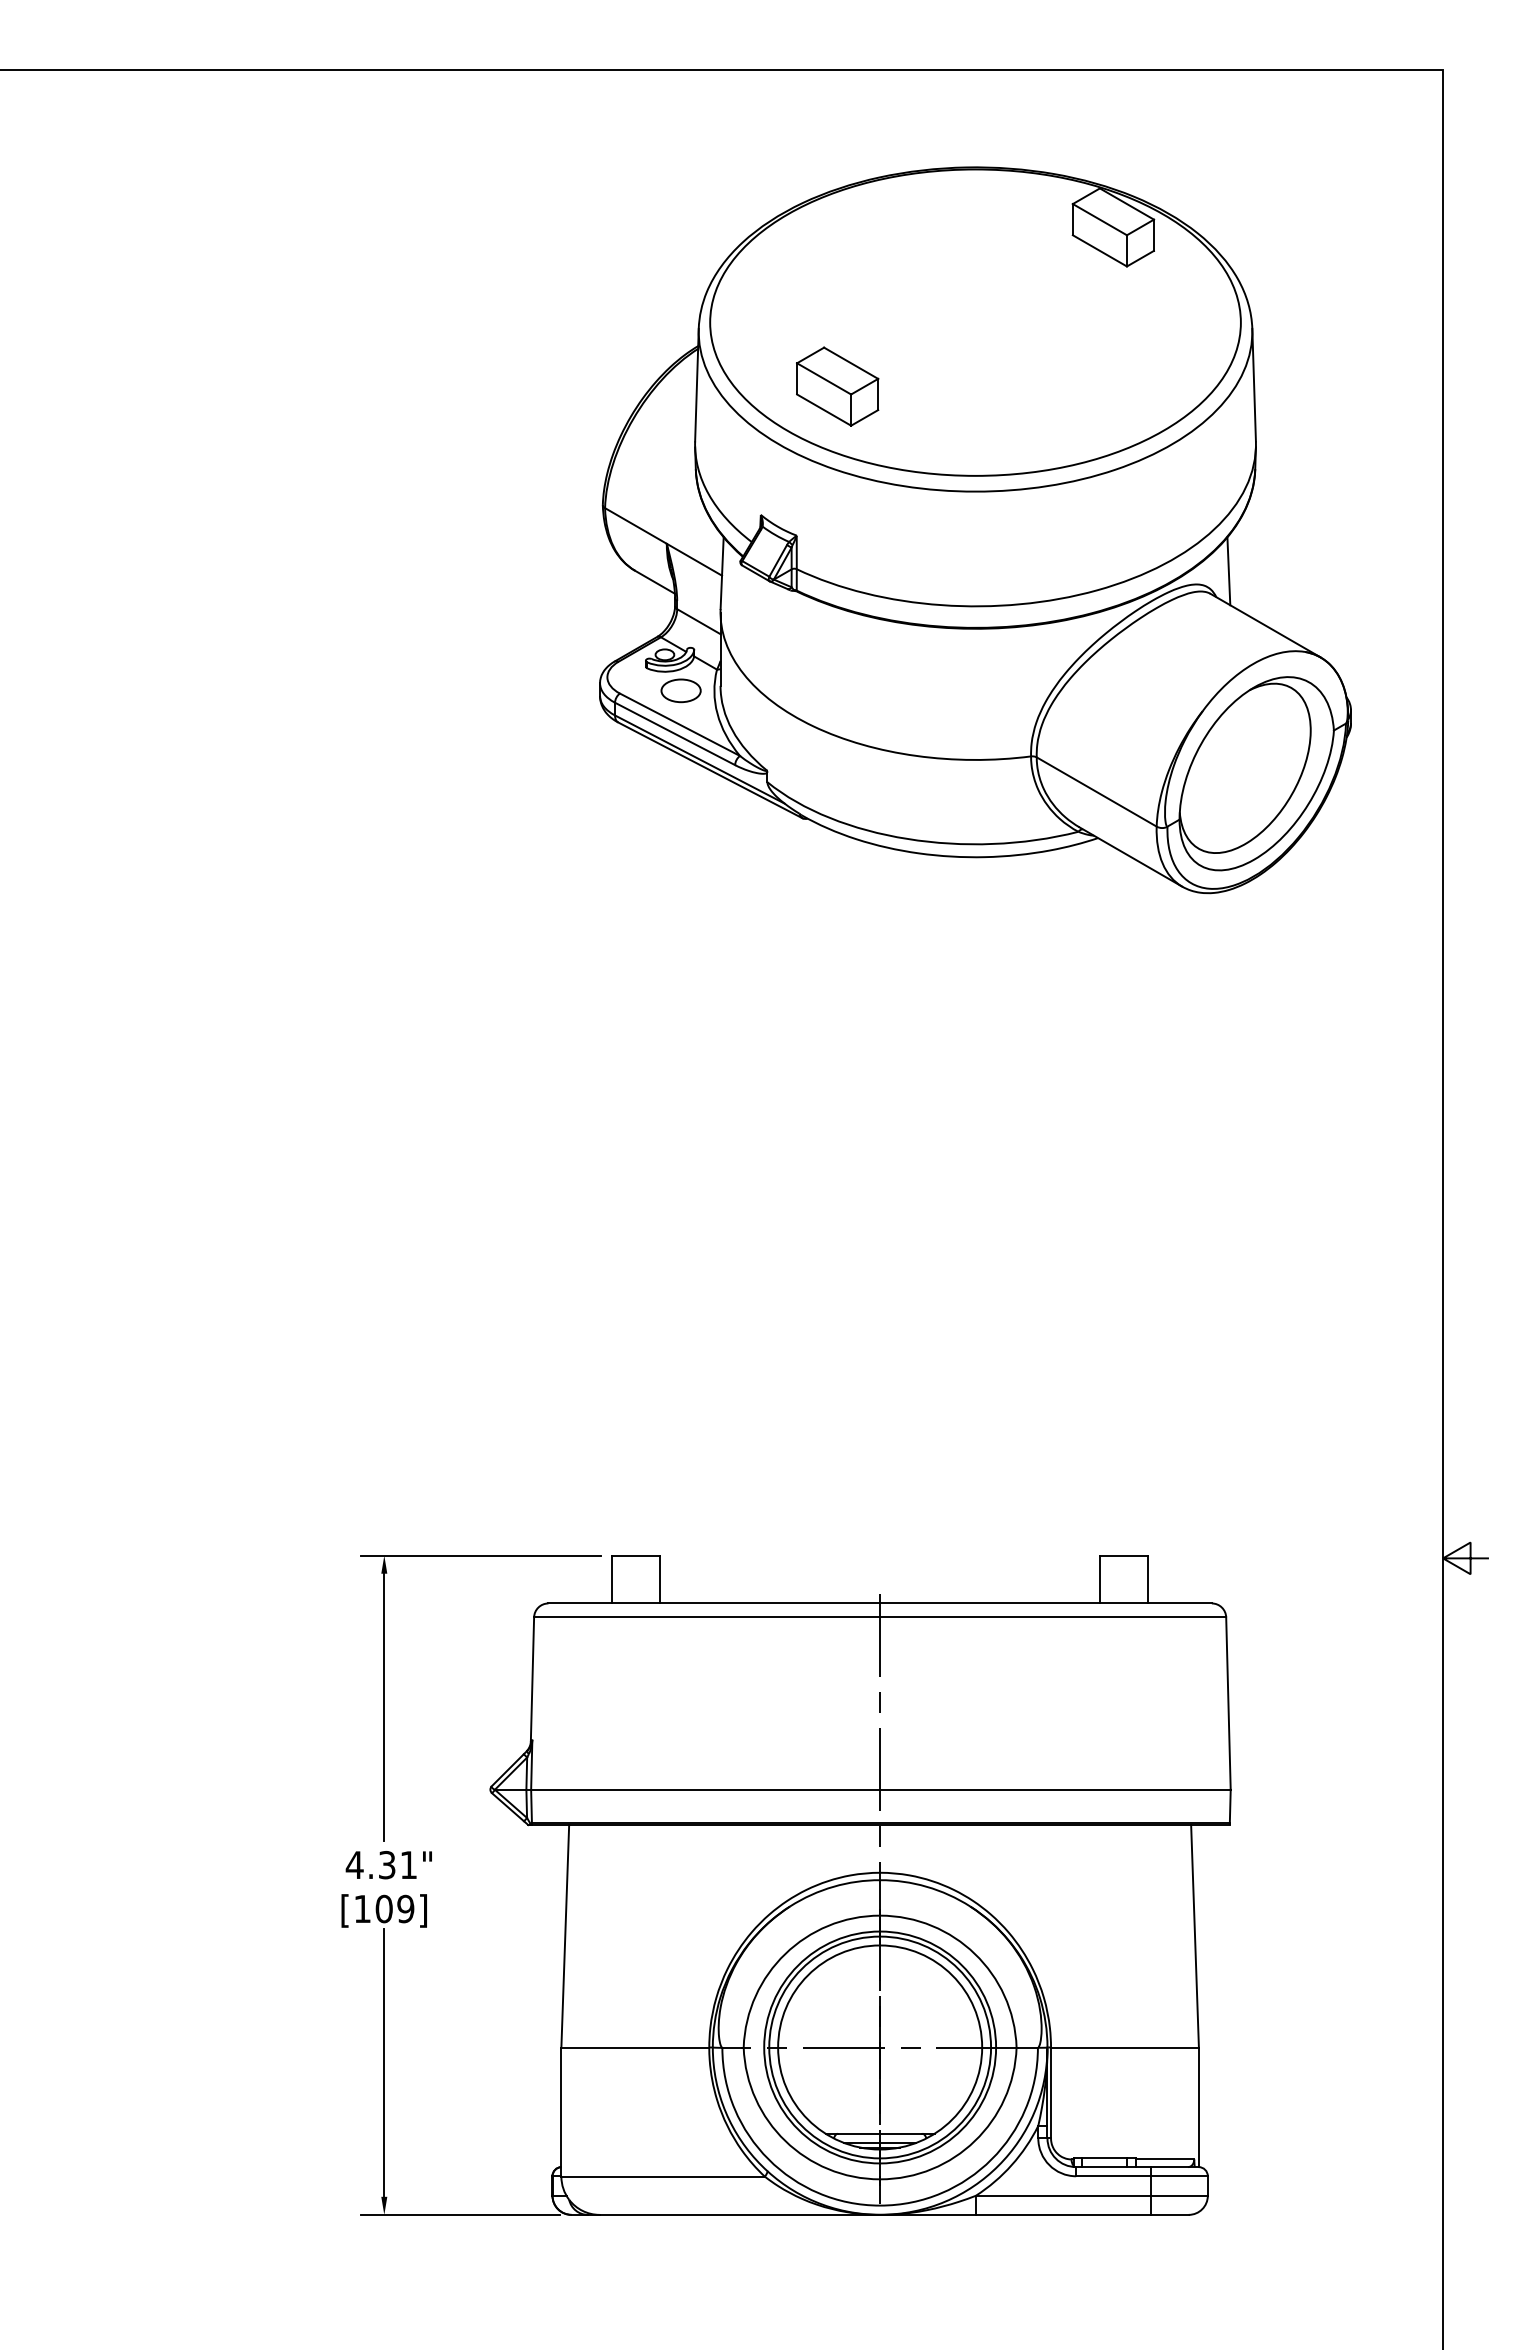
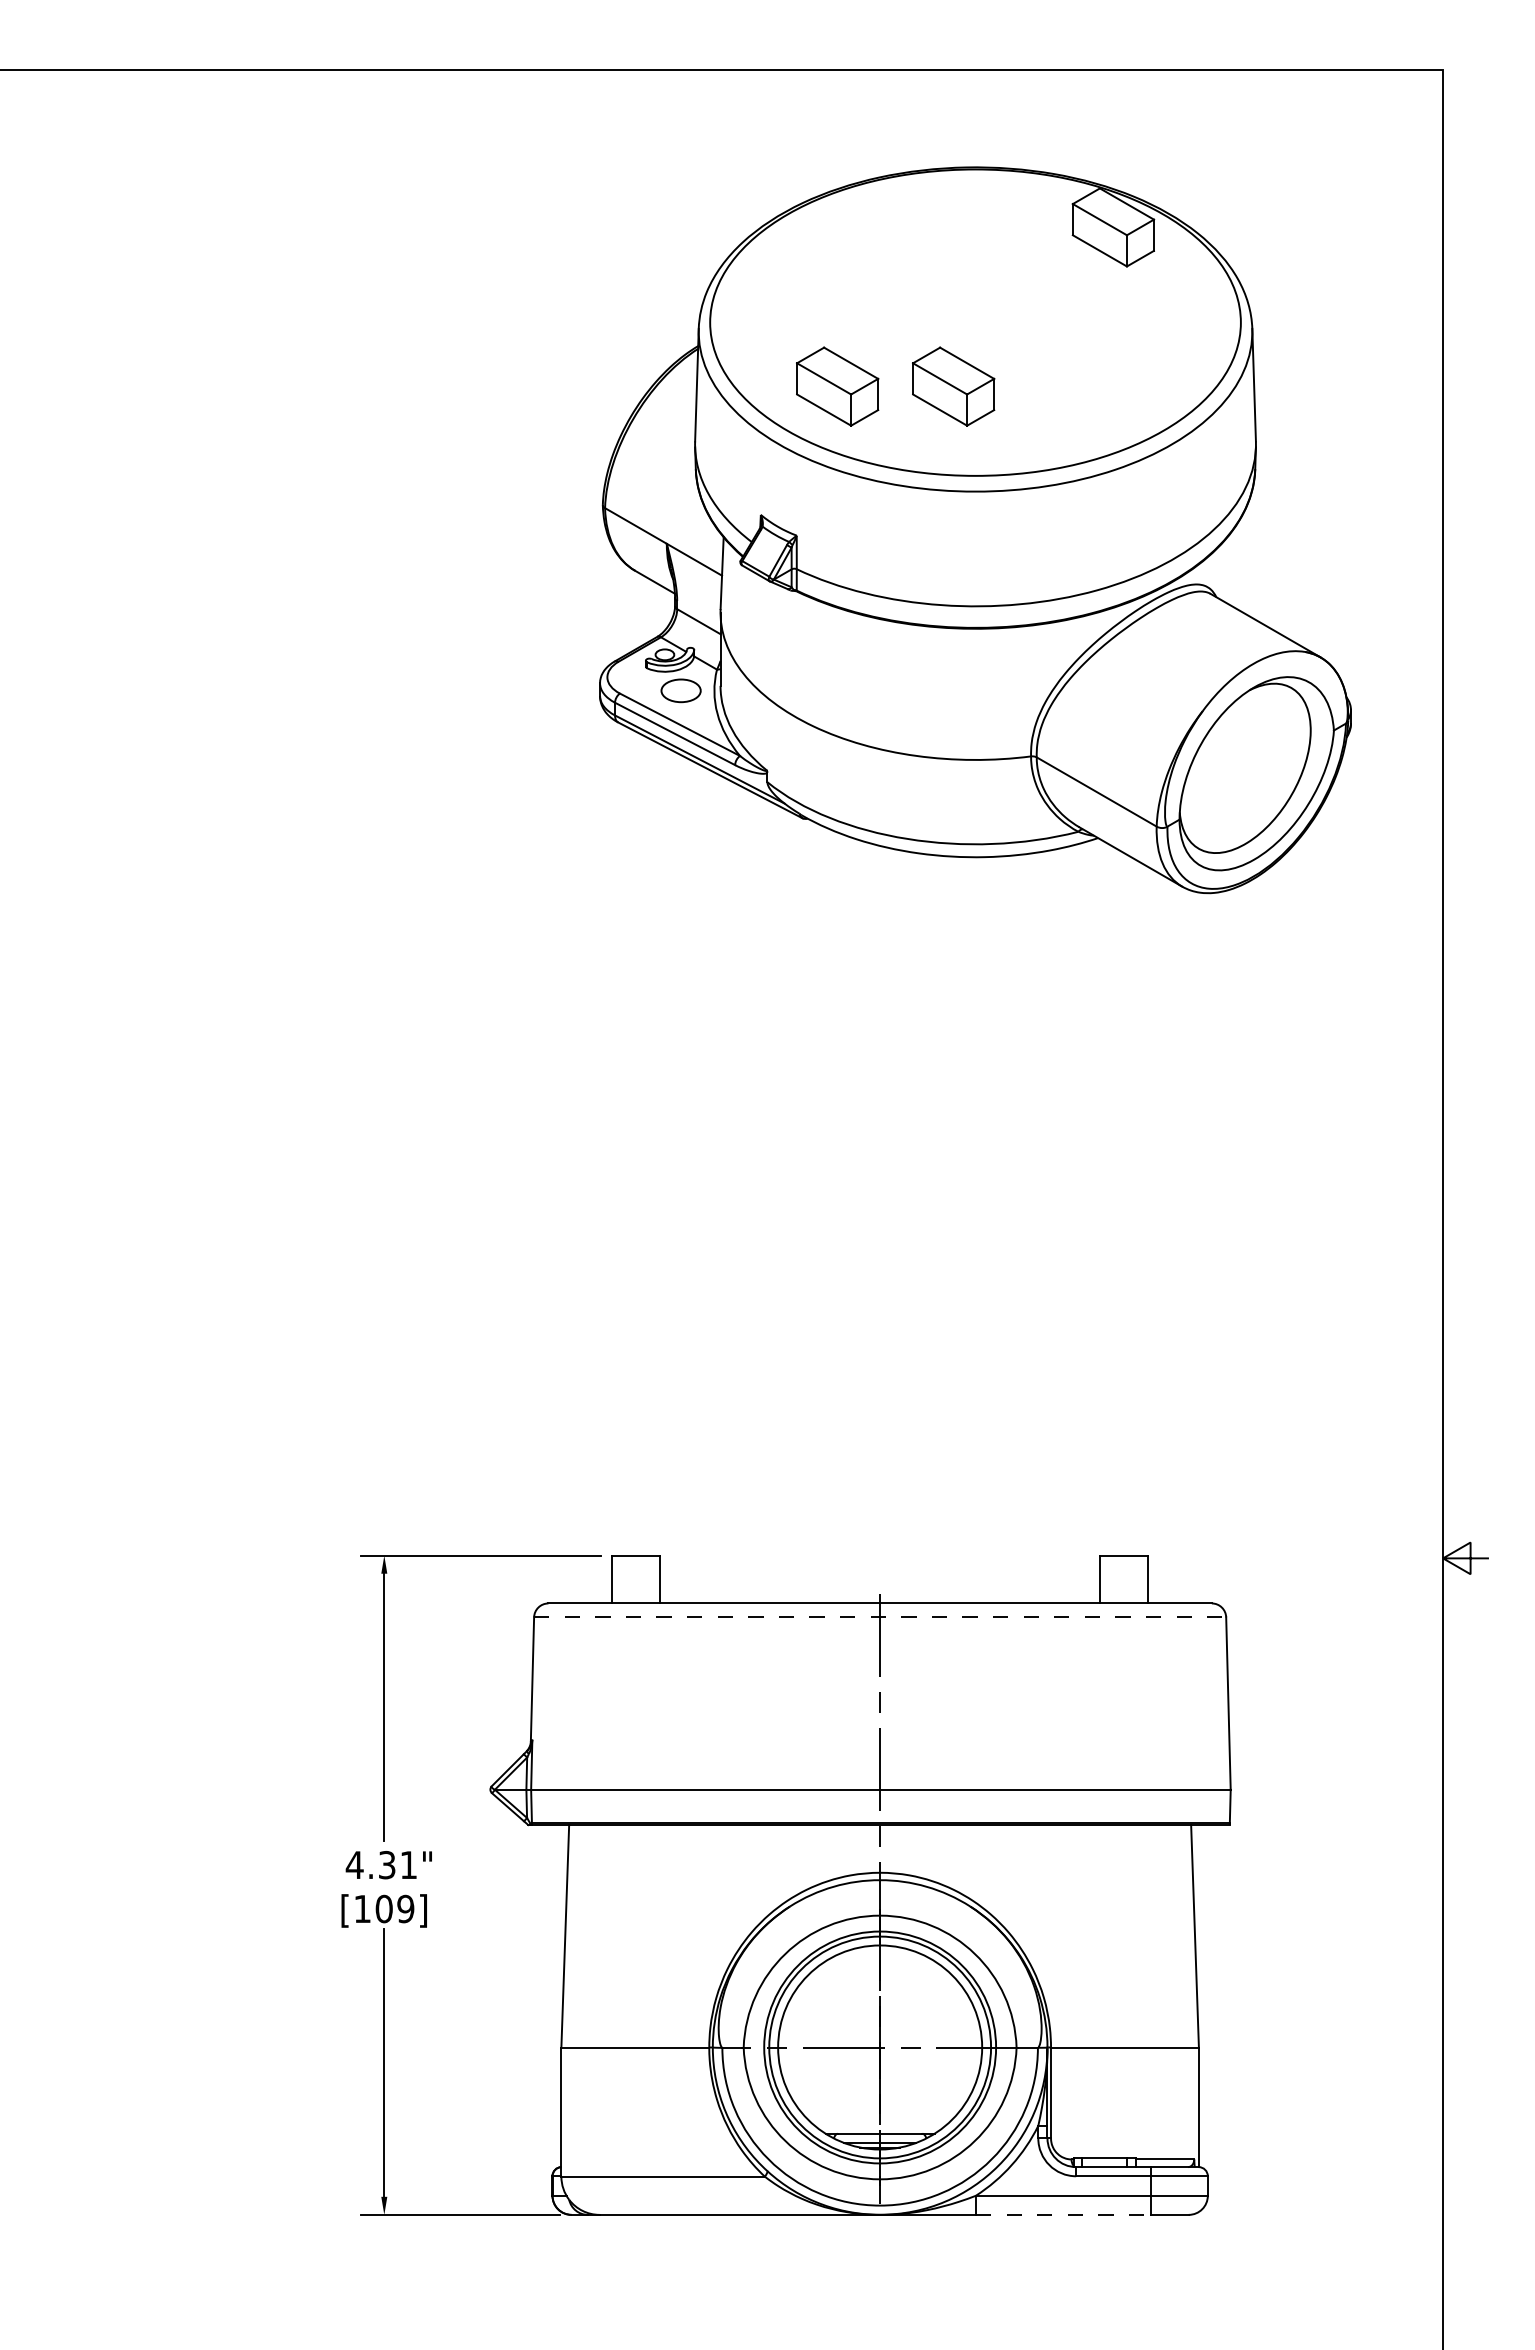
part at (953, 386): none -> present
line at (1228, 571): present -> none
line at (880, 1617): solid -> dashed
line at (1063, 2214): solid -> dashed
